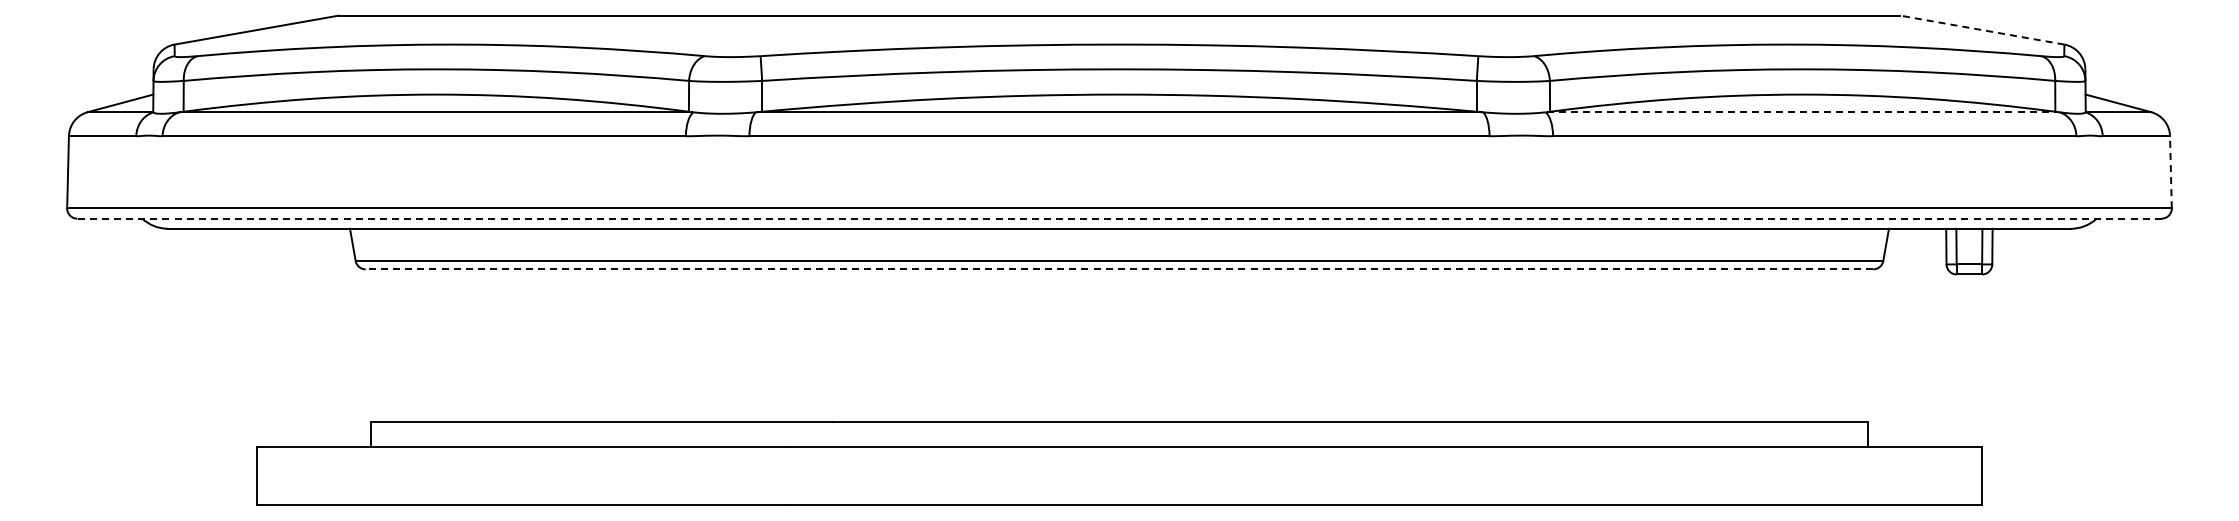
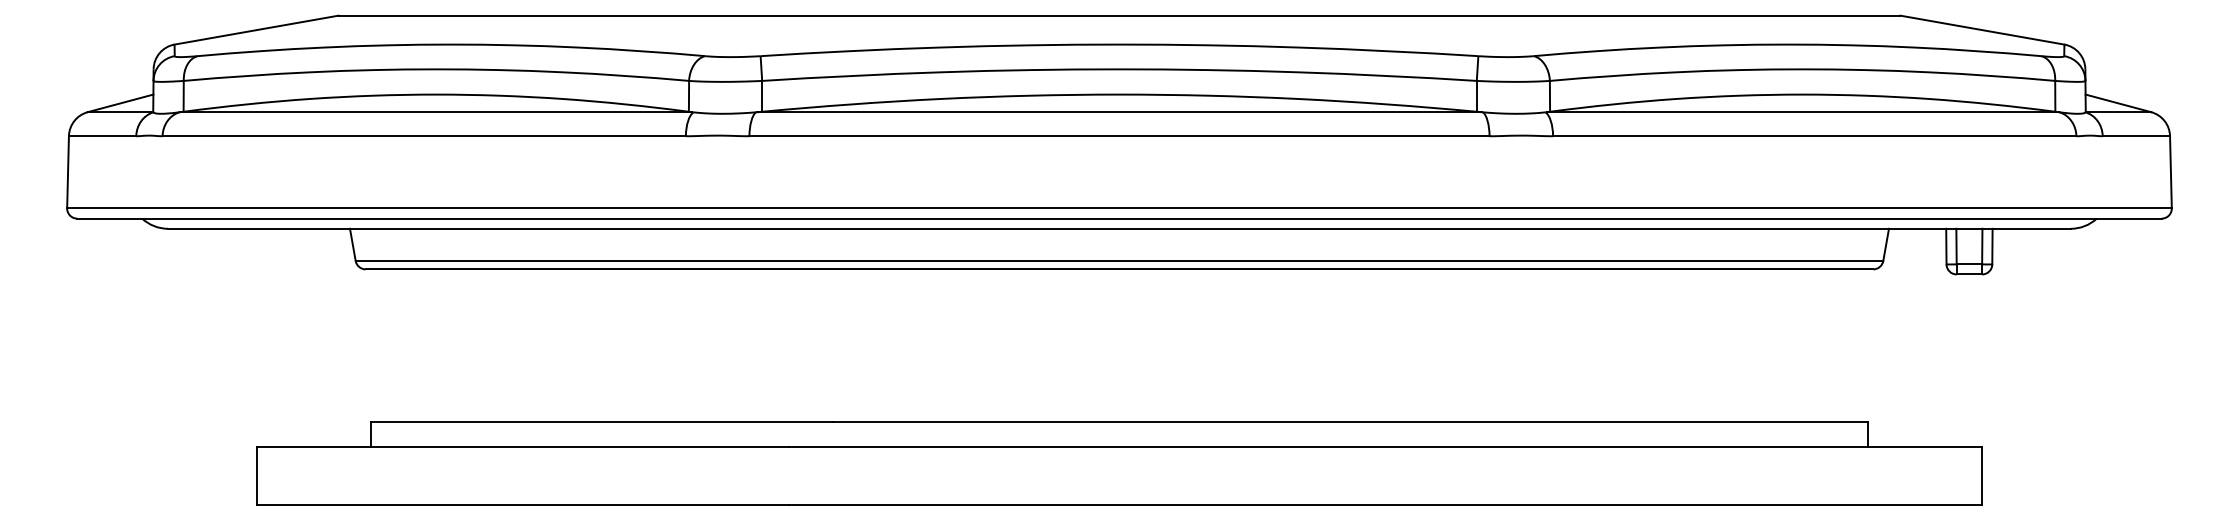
line at (1981, 30): dashed -> solid
line at (1803, 112): dashed -> solid
line at (2170, 171): dashed -> solid
line at (1119, 218): dashed -> solid
line at (1119, 269): dashed -> solid
